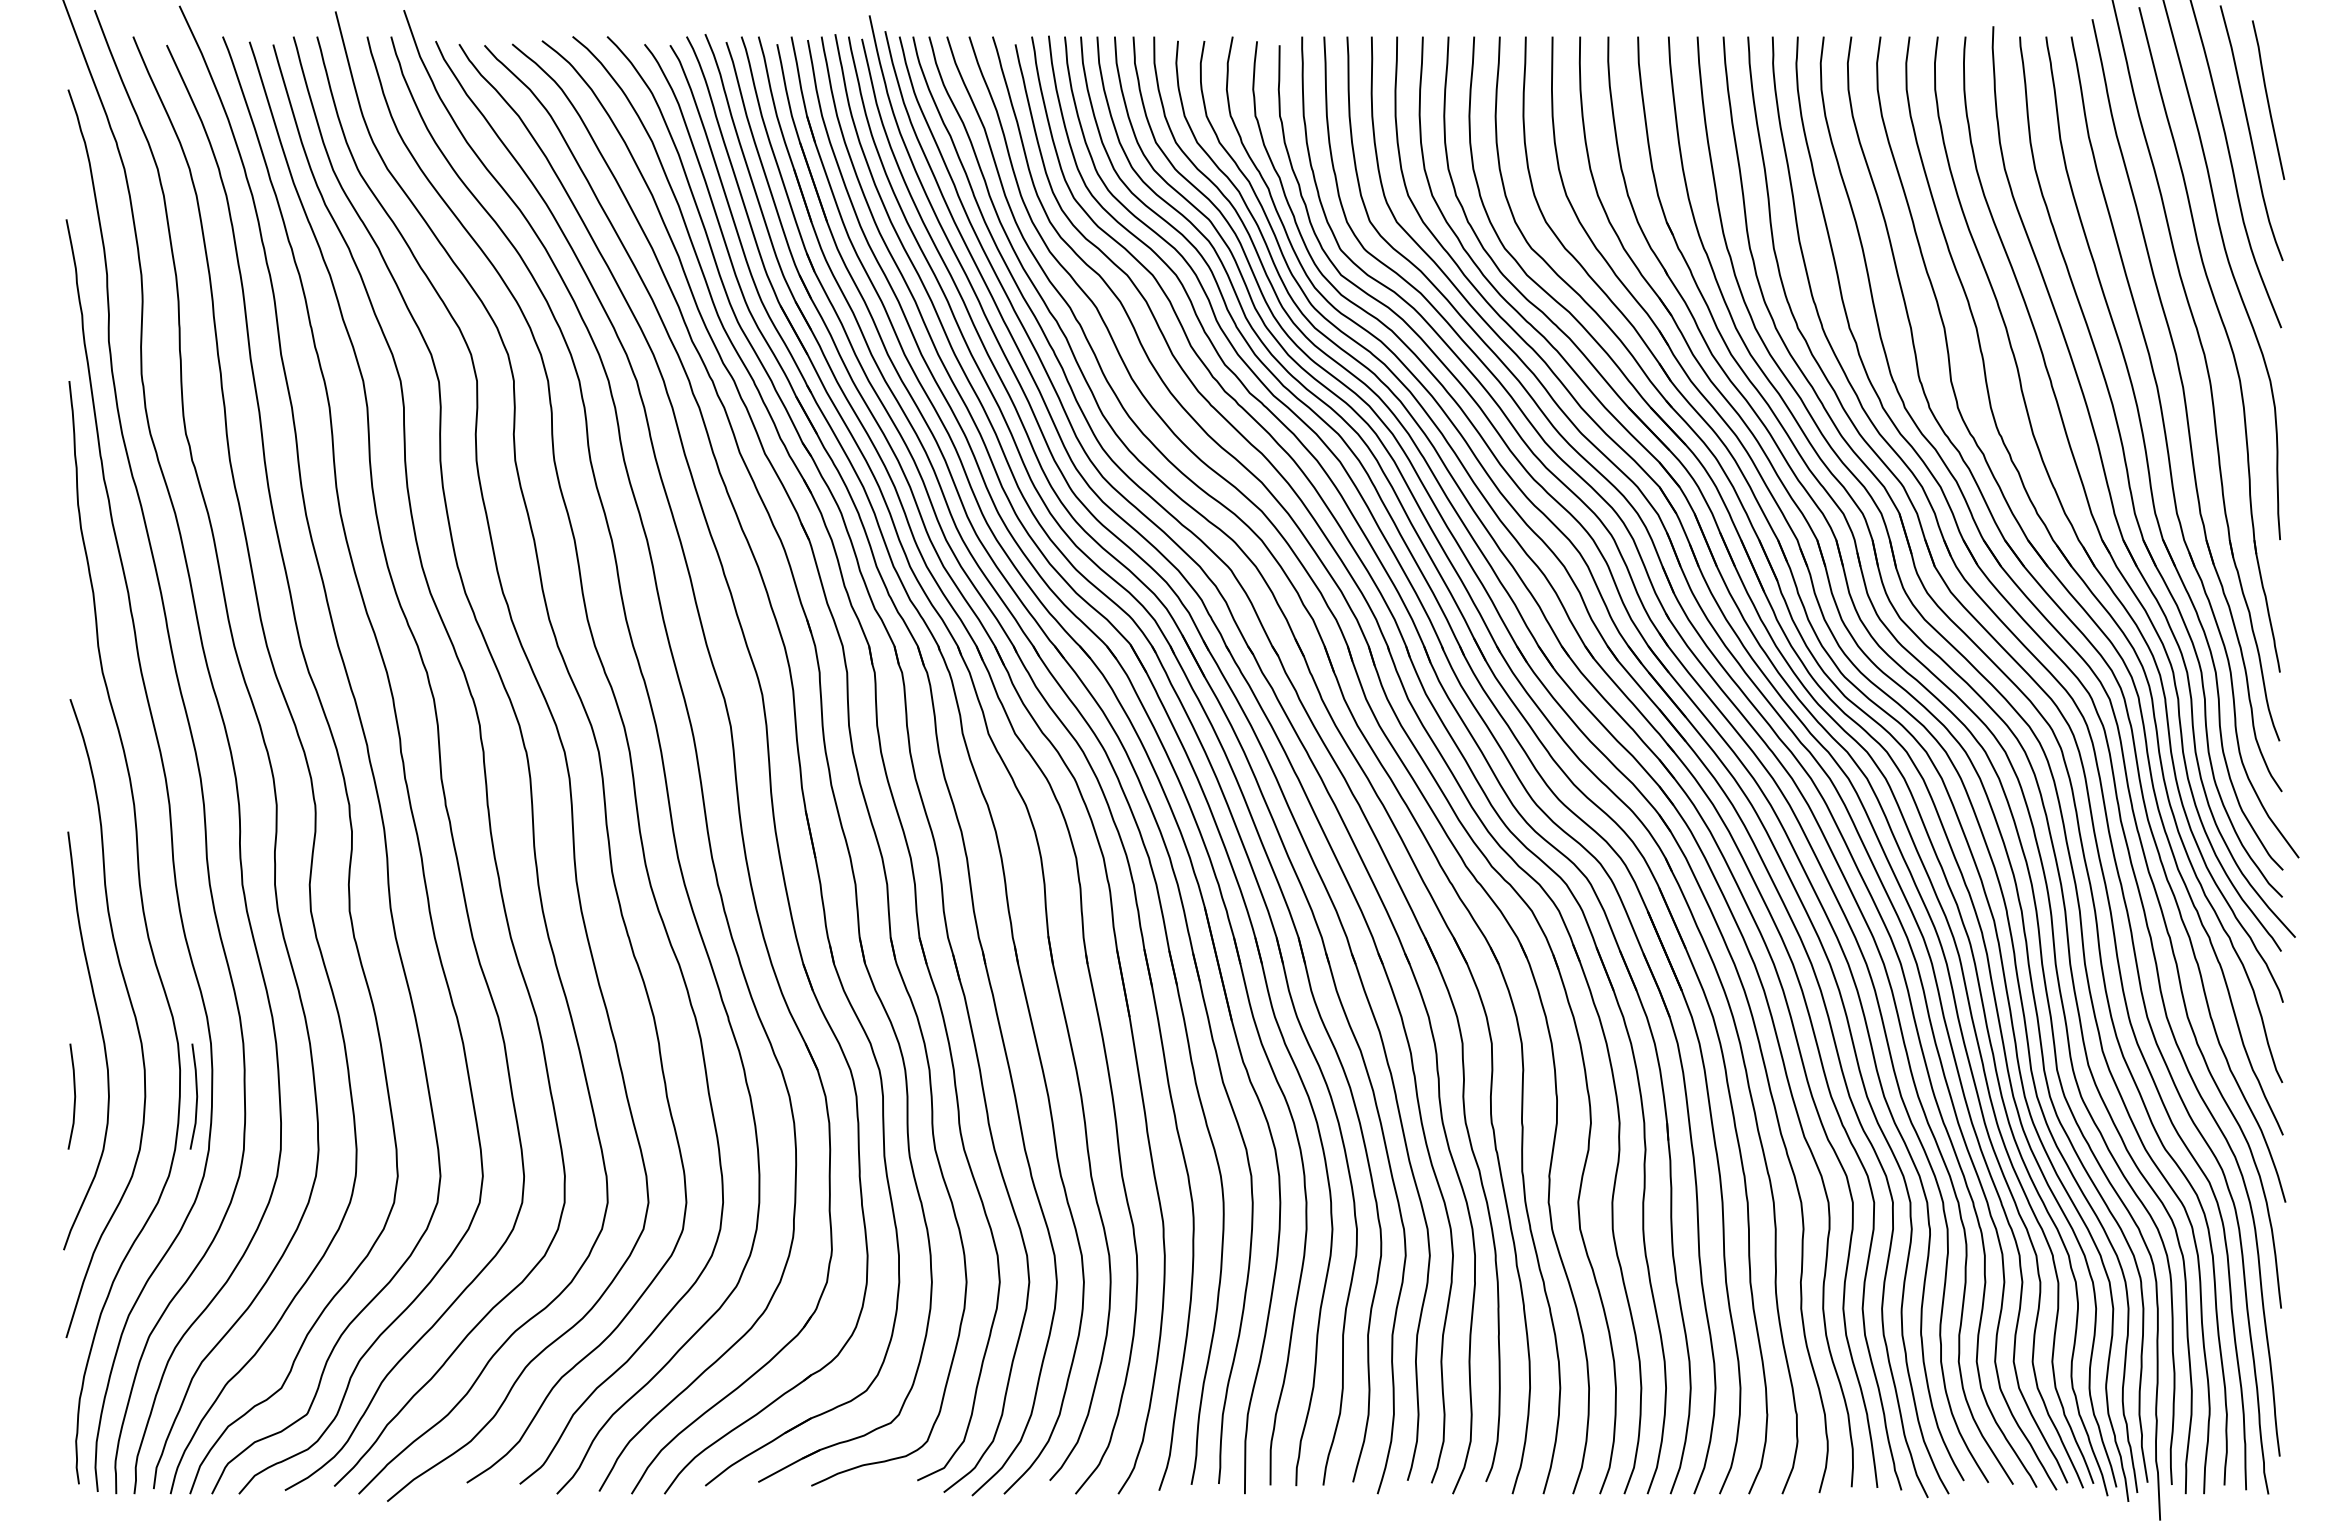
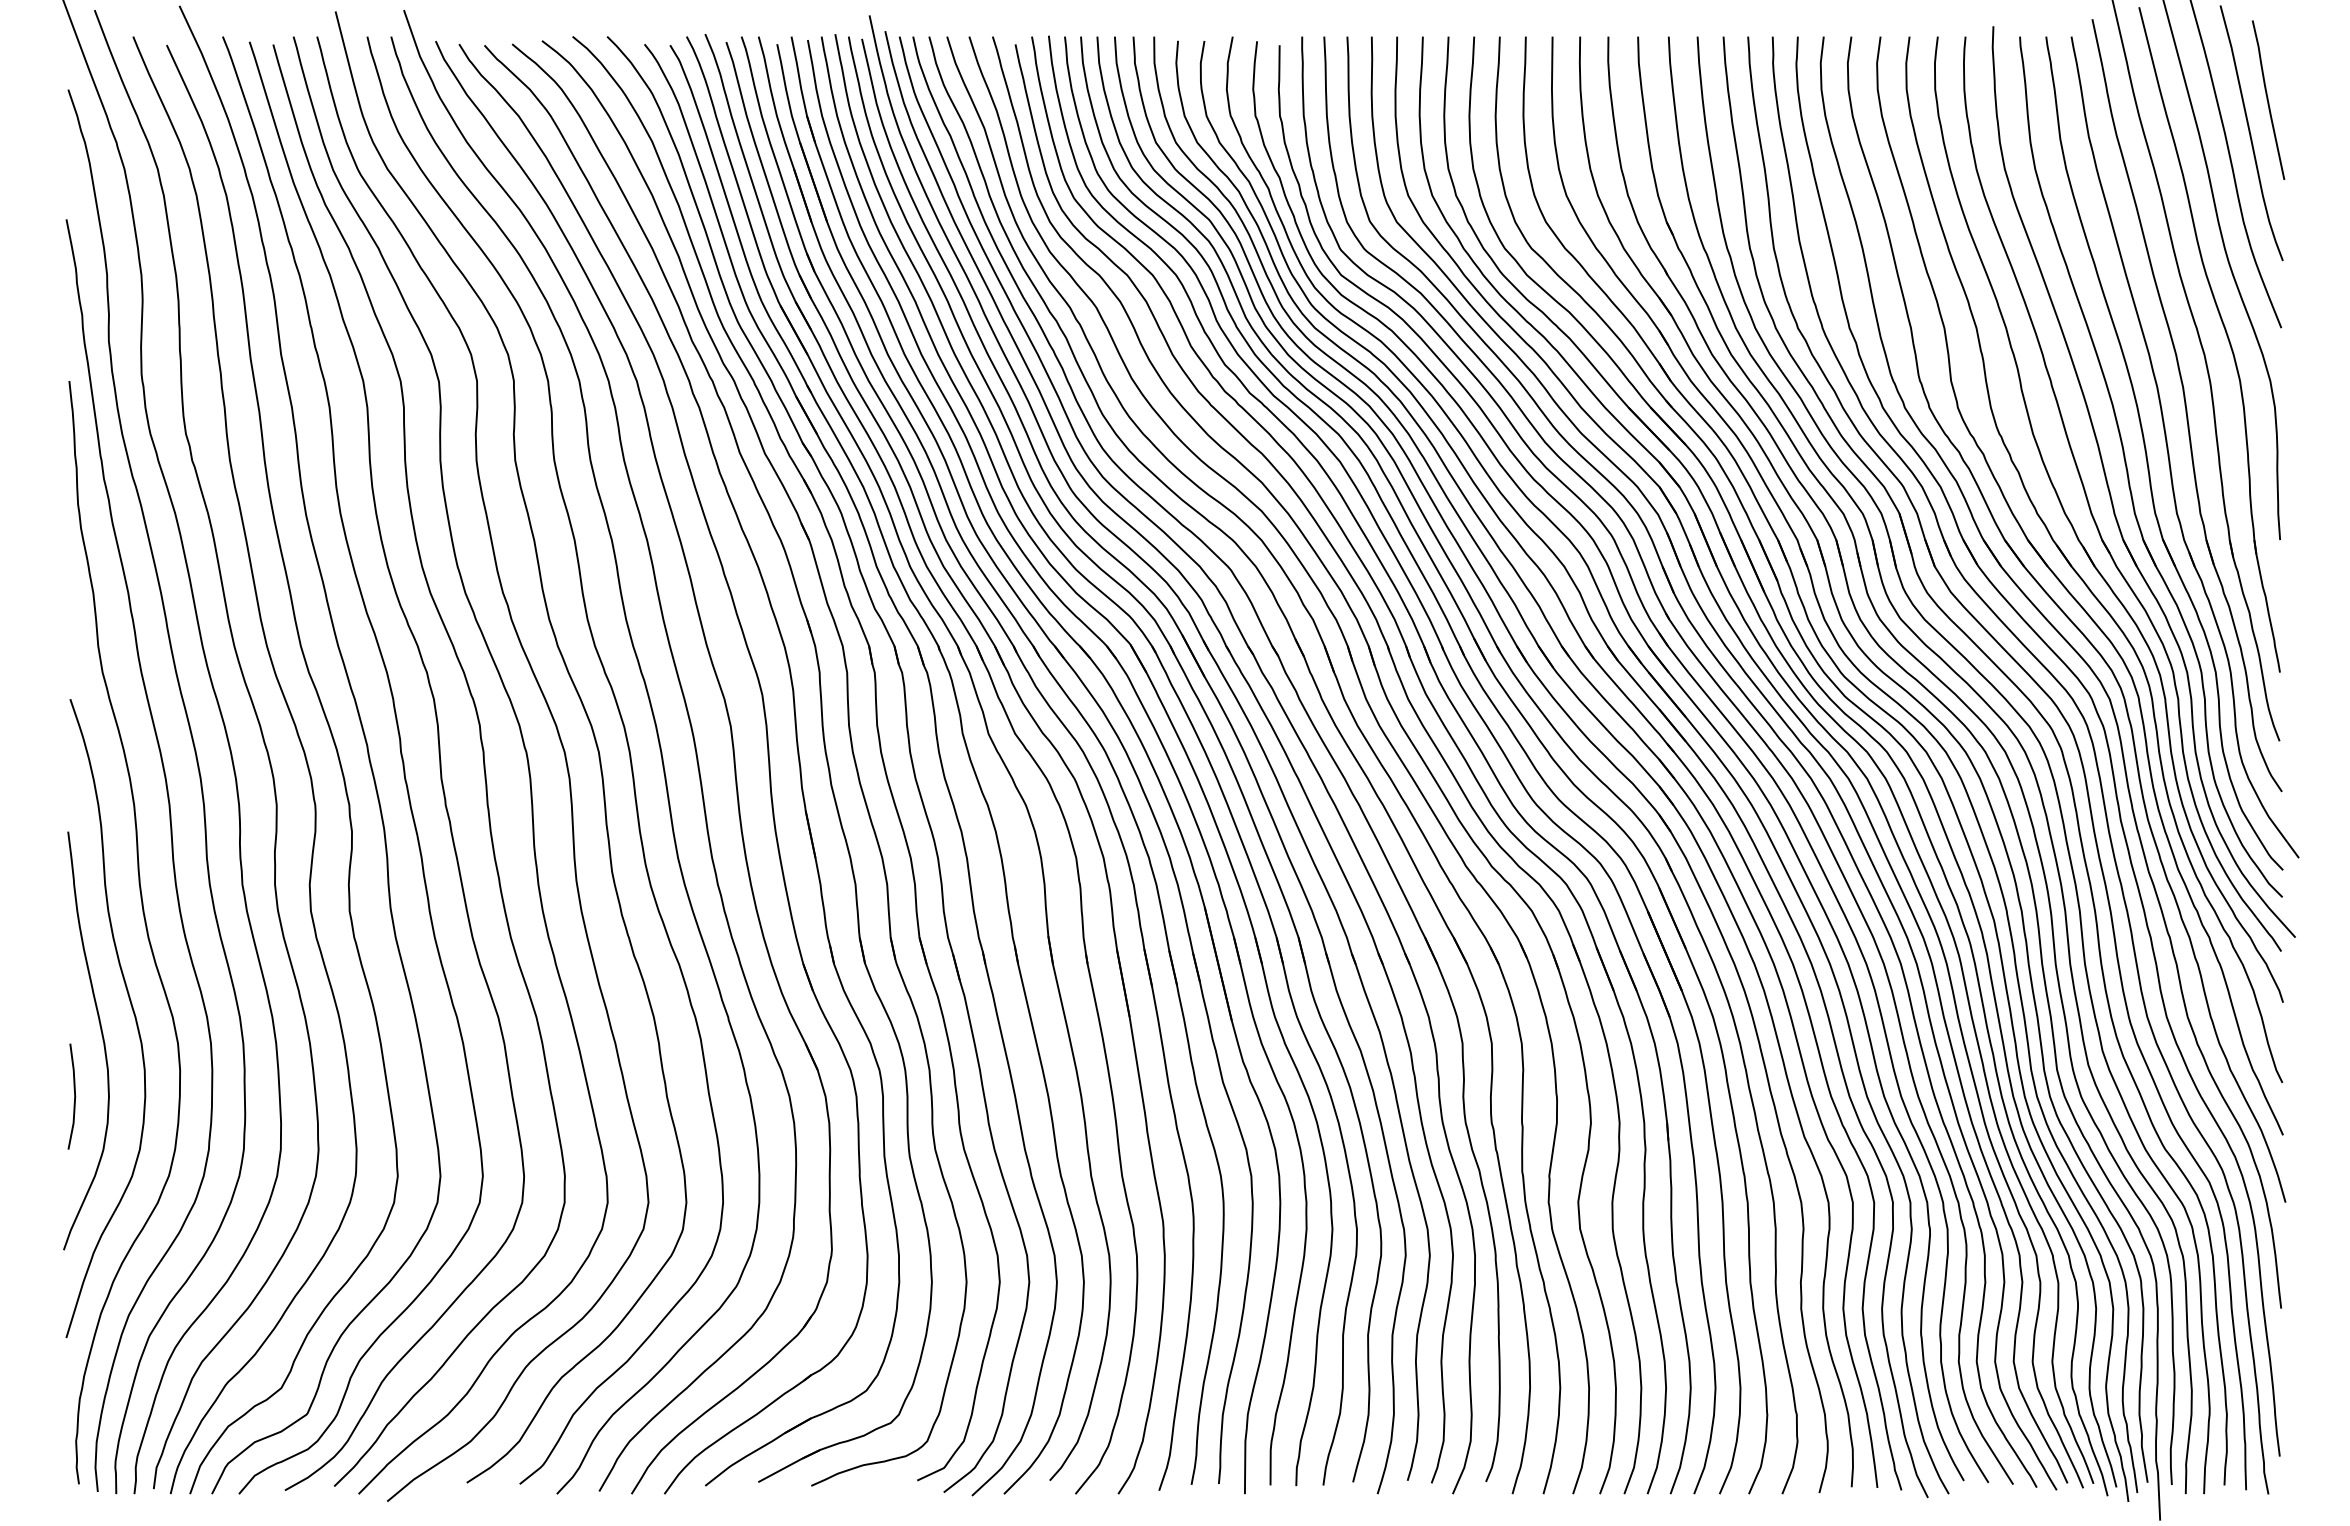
line at (196, 1096): present -> none
